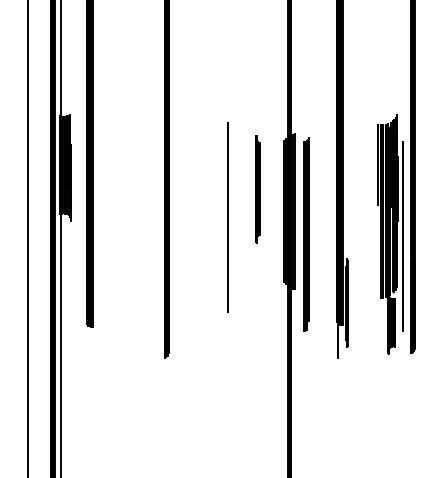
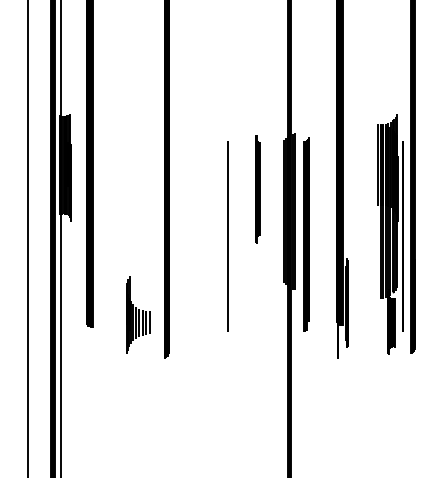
line at (227, 217) position: (227, 217) -> (227, 236)
part at (138, 314): none -> present
